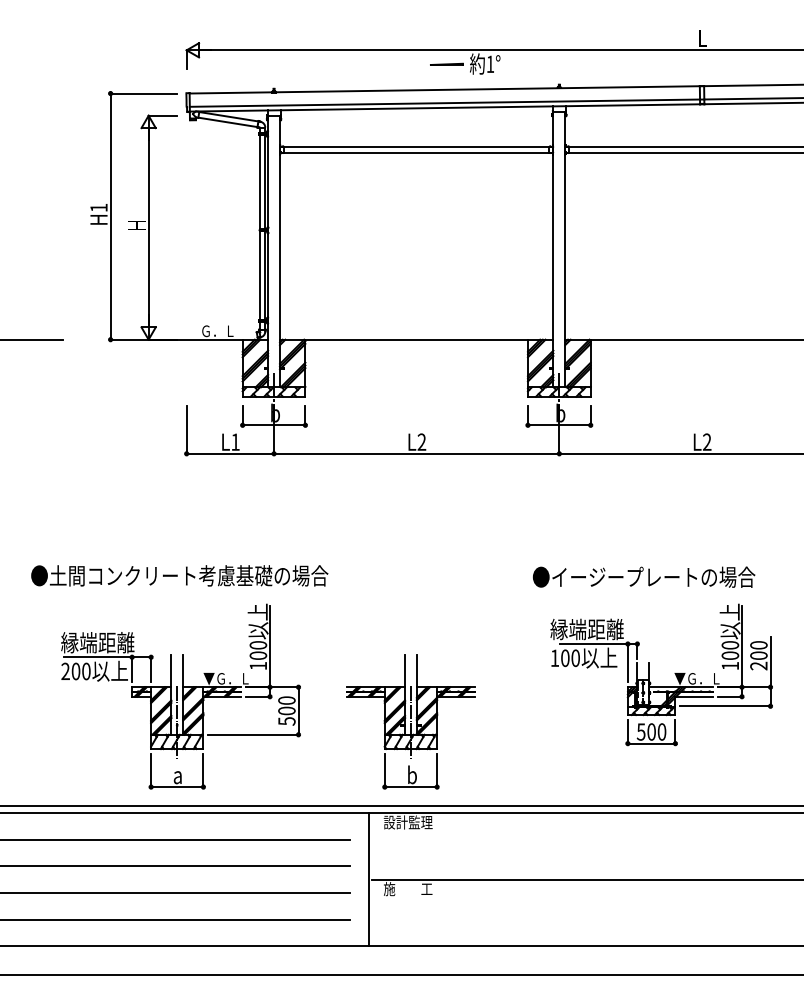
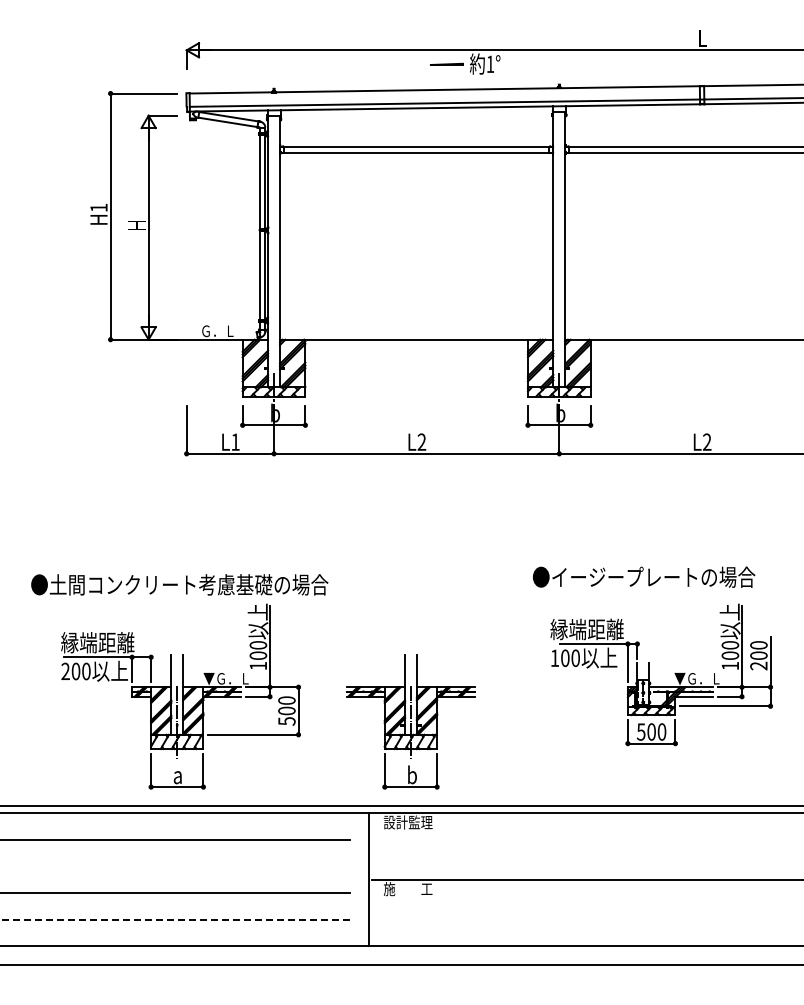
line at (32, 339): present -> none
text at (179, 575) position: (179, 575) -> (179, 584)
line at (176, 866): present -> none
line at (175, 919): solid -> dashed
line at (401, 974) position: (401, 974) -> (401, 964)
